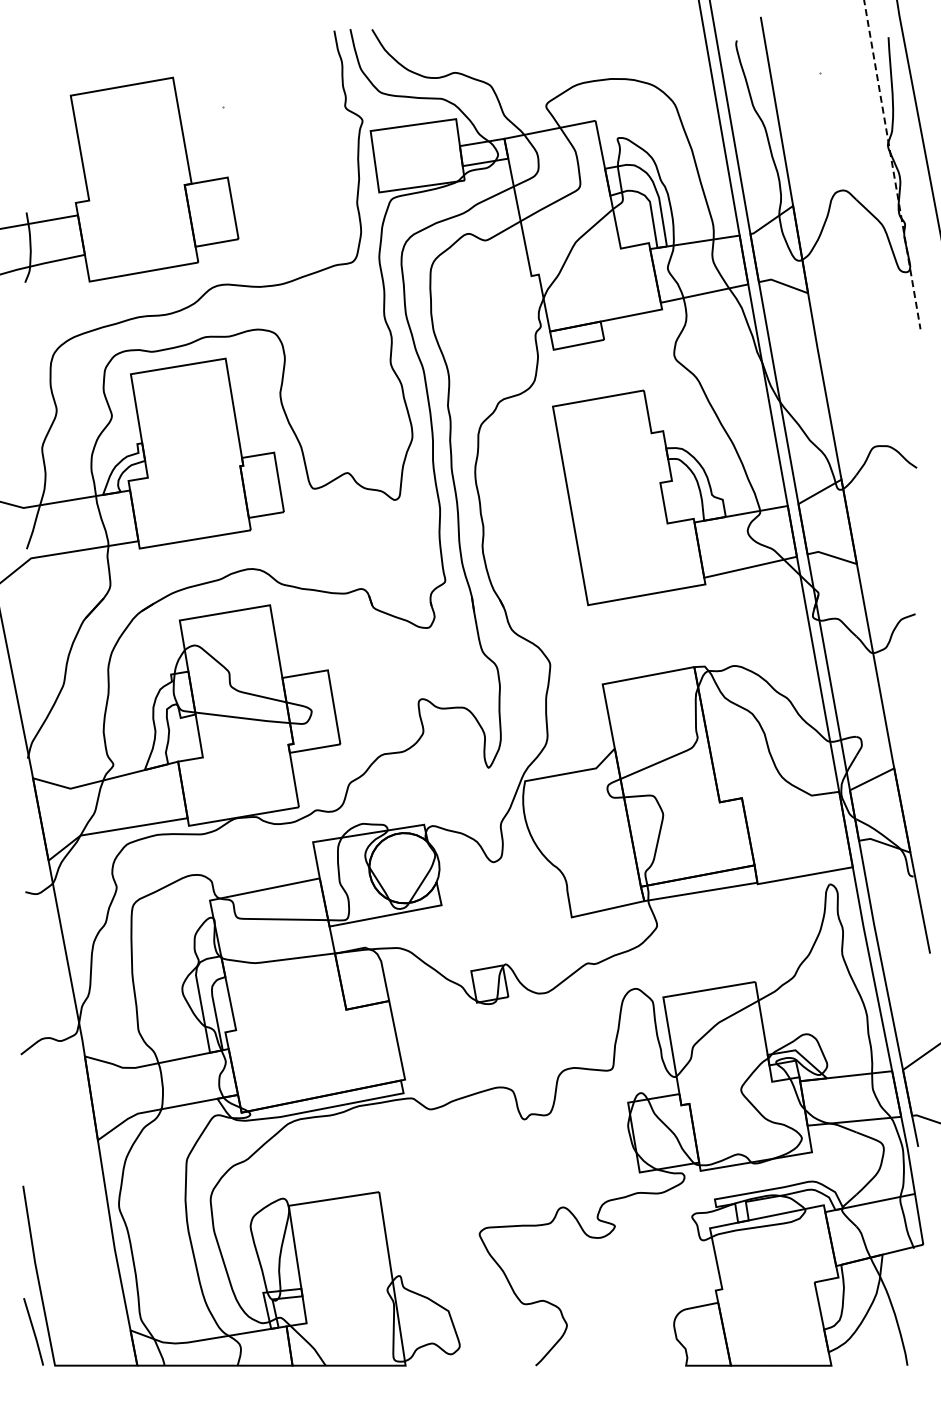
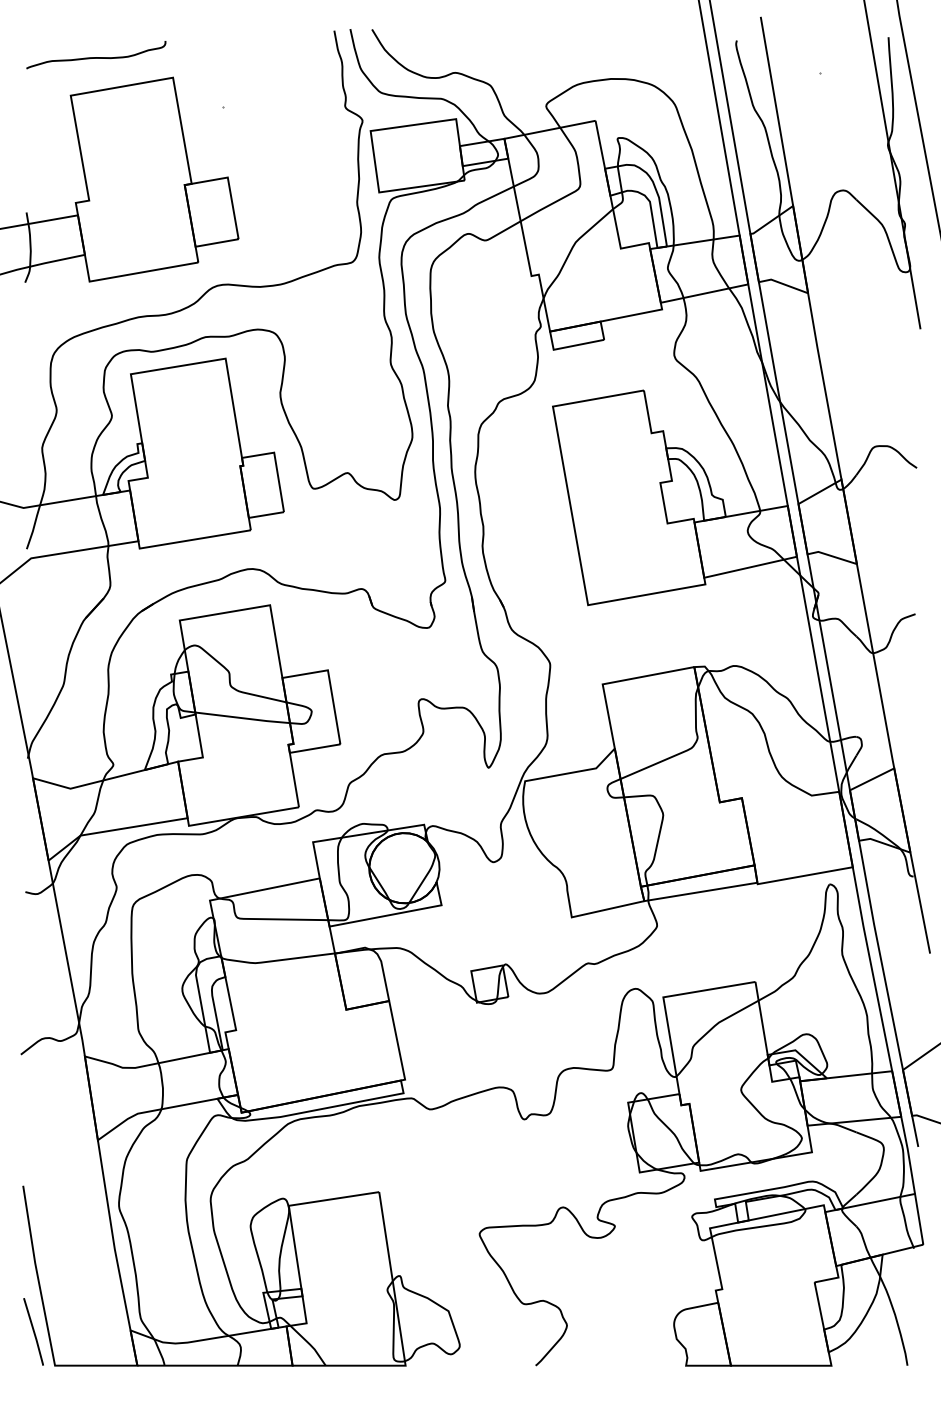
curve at (96, 57): none -> present
line at (892, 164): dashed -> solid
